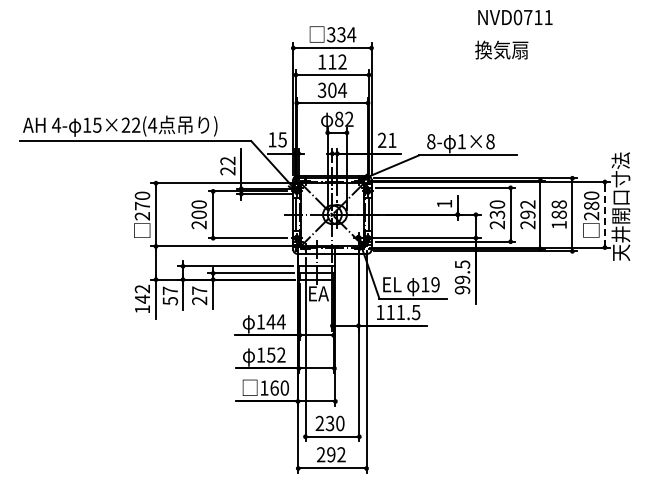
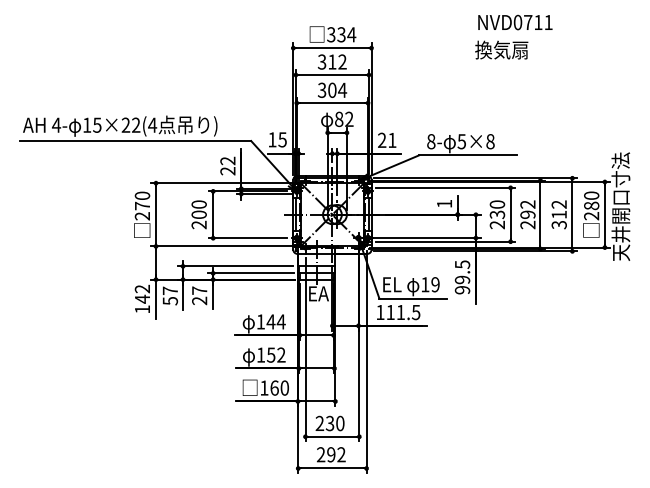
text at (515, 17) position: (515, 17) -> (515, 22)
text at (321, 61): 112 -> 312
text at (461, 141): 1×8 -> 5×8
text at (558, 214): 188 -> 312
line at (604, 214): dashed -> solid
